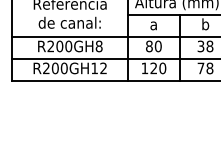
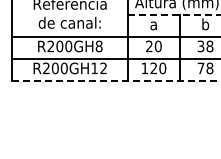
line at (174, 14): solid -> dashed
text at (149, 46): 80 -> 20
line at (117, 80): solid -> dashed
